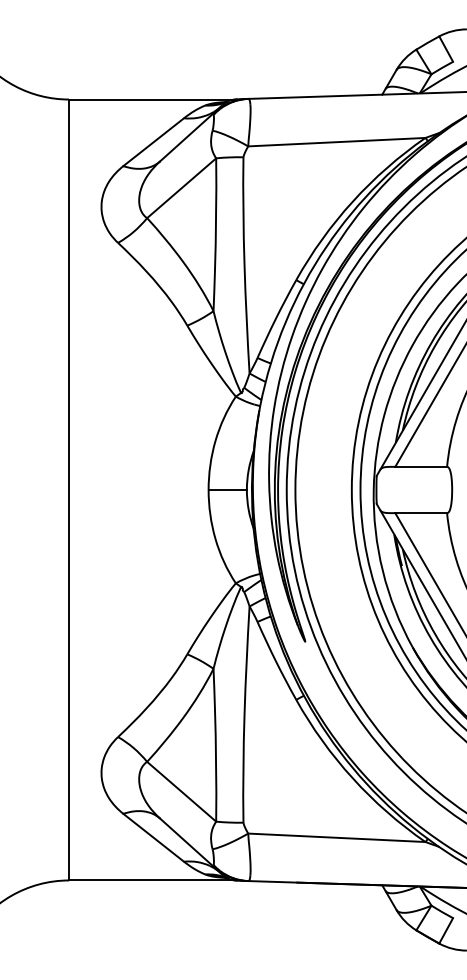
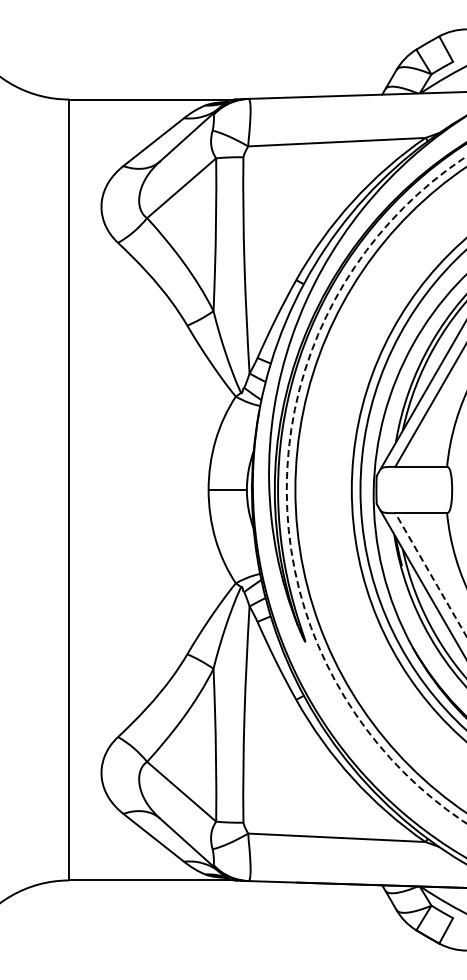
circle at (376, 489): solid -> dashed
line at (430, 574): solid -> dashed
